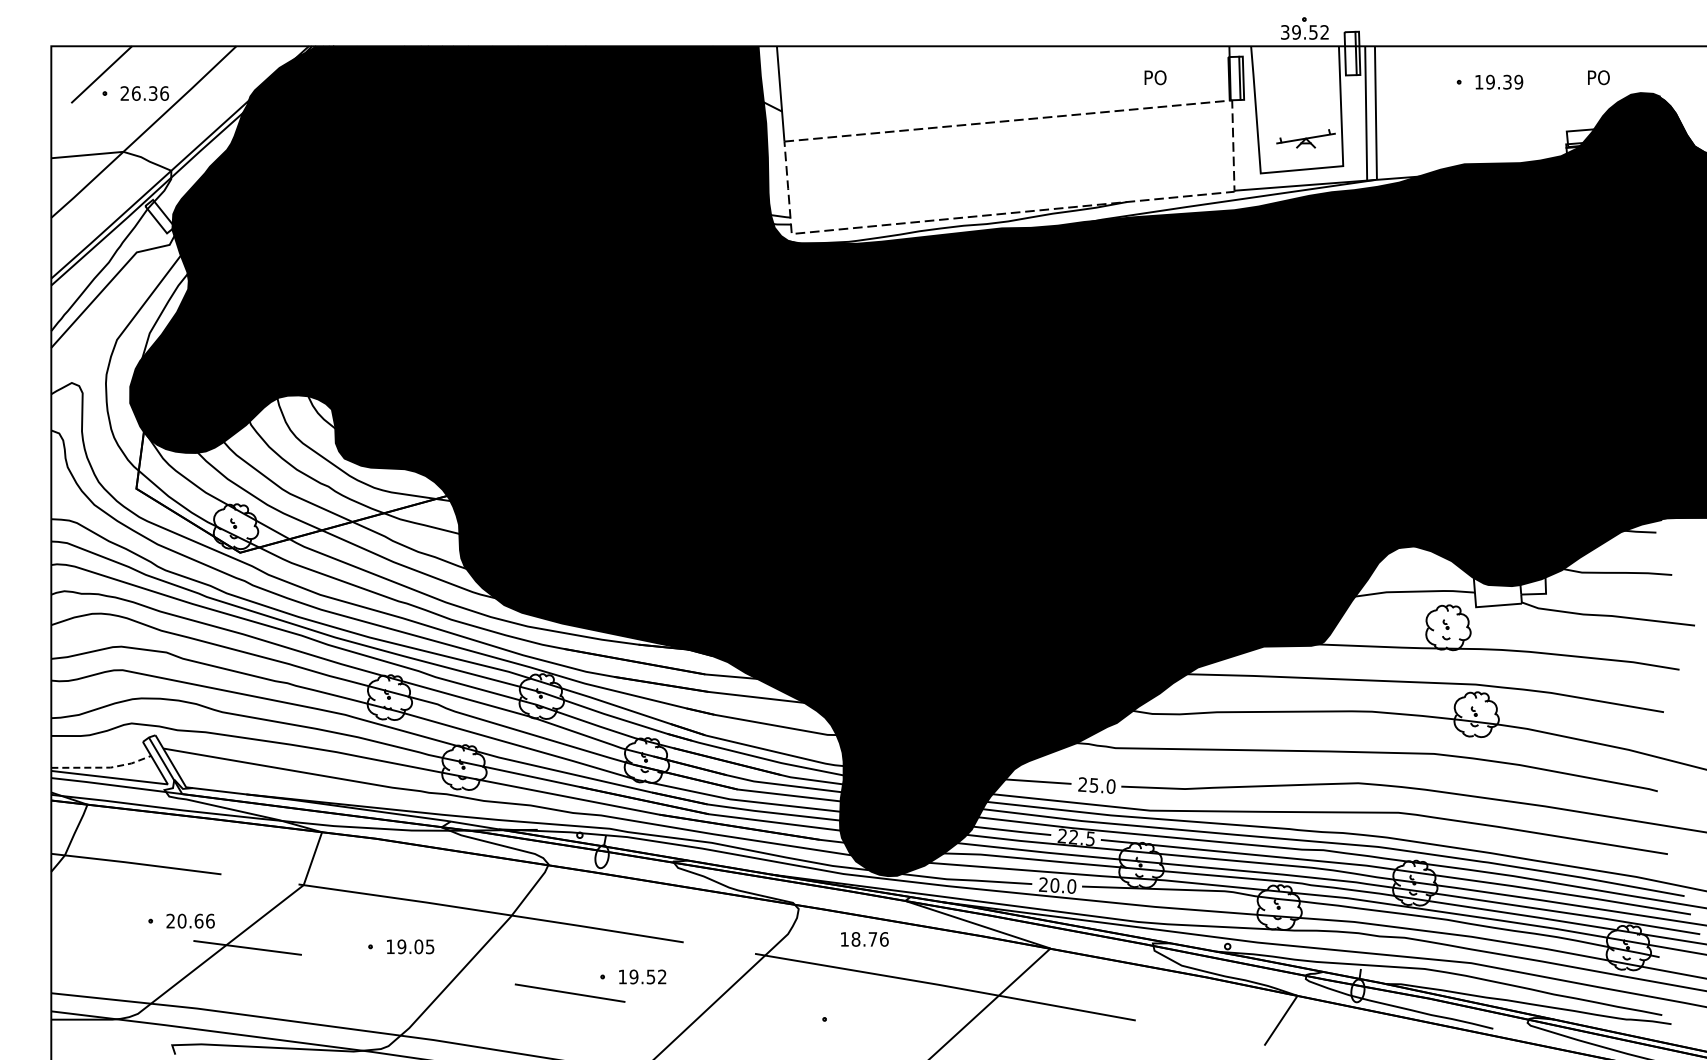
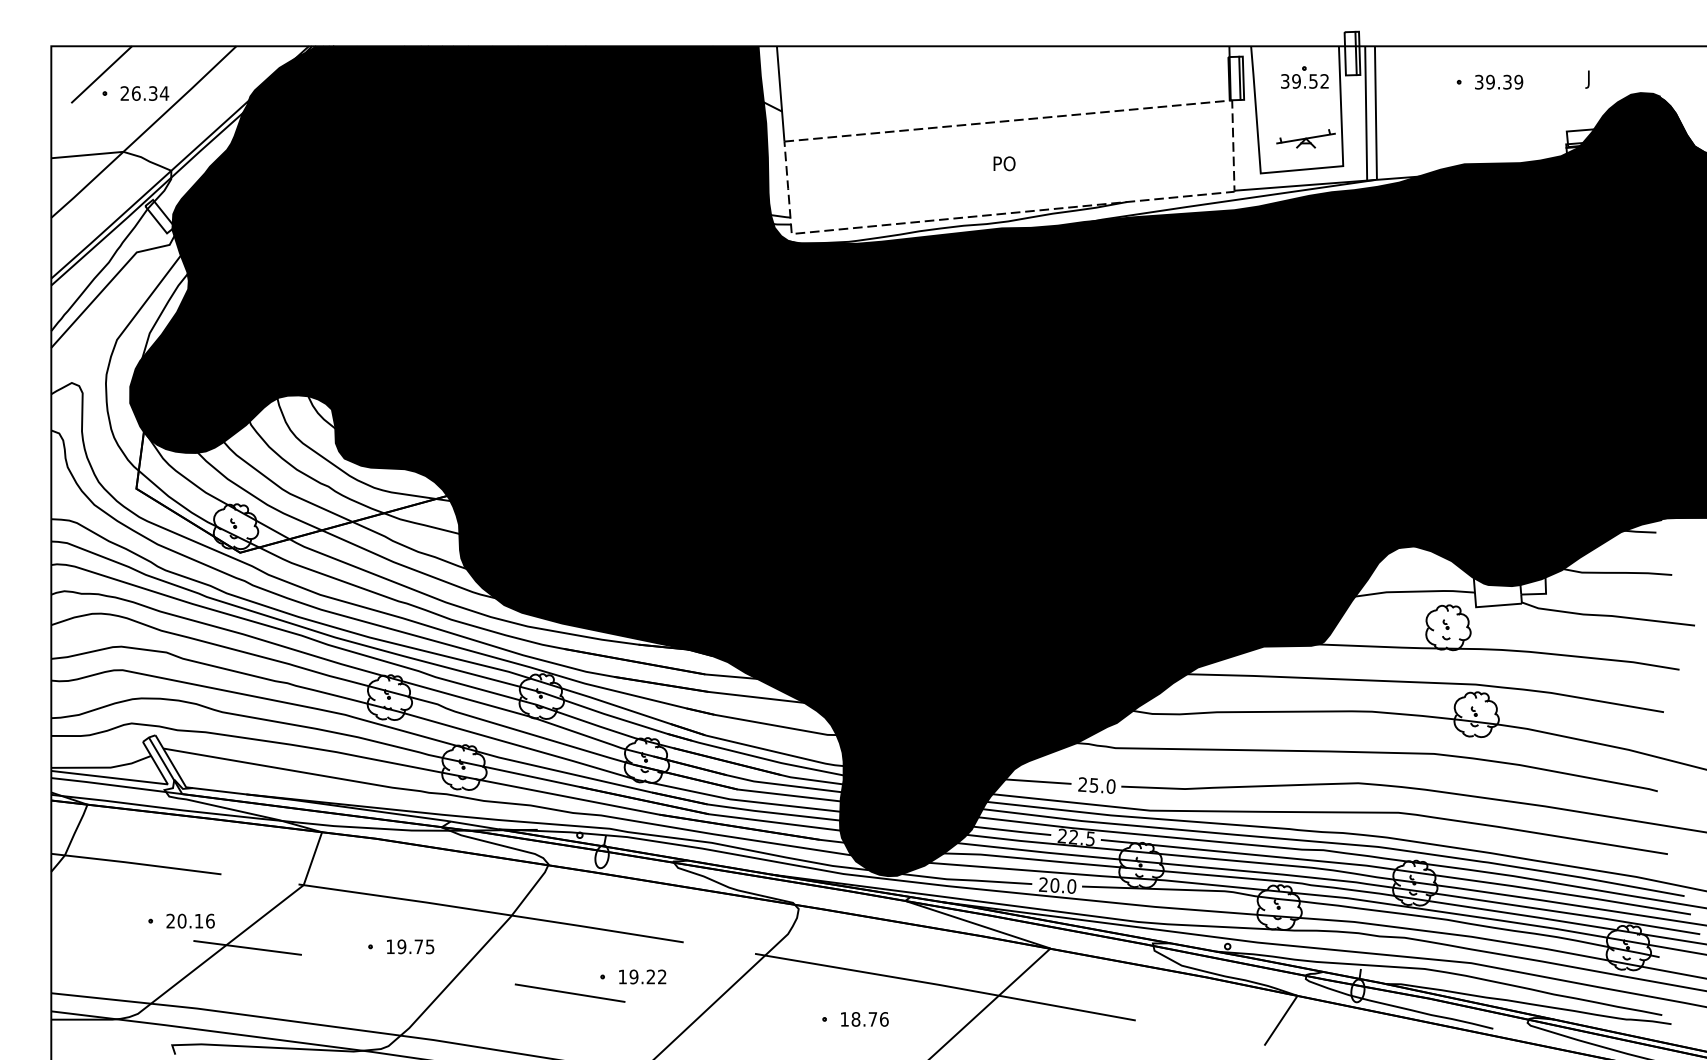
part at (1304, 28) position: (1304, 28) -> (1304, 77)
text at (1155, 77) position: (1155, 77) -> (1004, 163)
text at (1597, 79): PO -> J
text at (1479, 81): 19.39 -> 39.39
text at (164, 93): 26.36 -> 26.34
line at (103, 767): dashed -> solid
text at (198, 920): 20.66 -> 20.16
text at (864, 939) position: (864, 939) -> (864, 1019)
text at (418, 946): 19.05 -> 19.75
text at (650, 976): 19.52 -> 19.22
